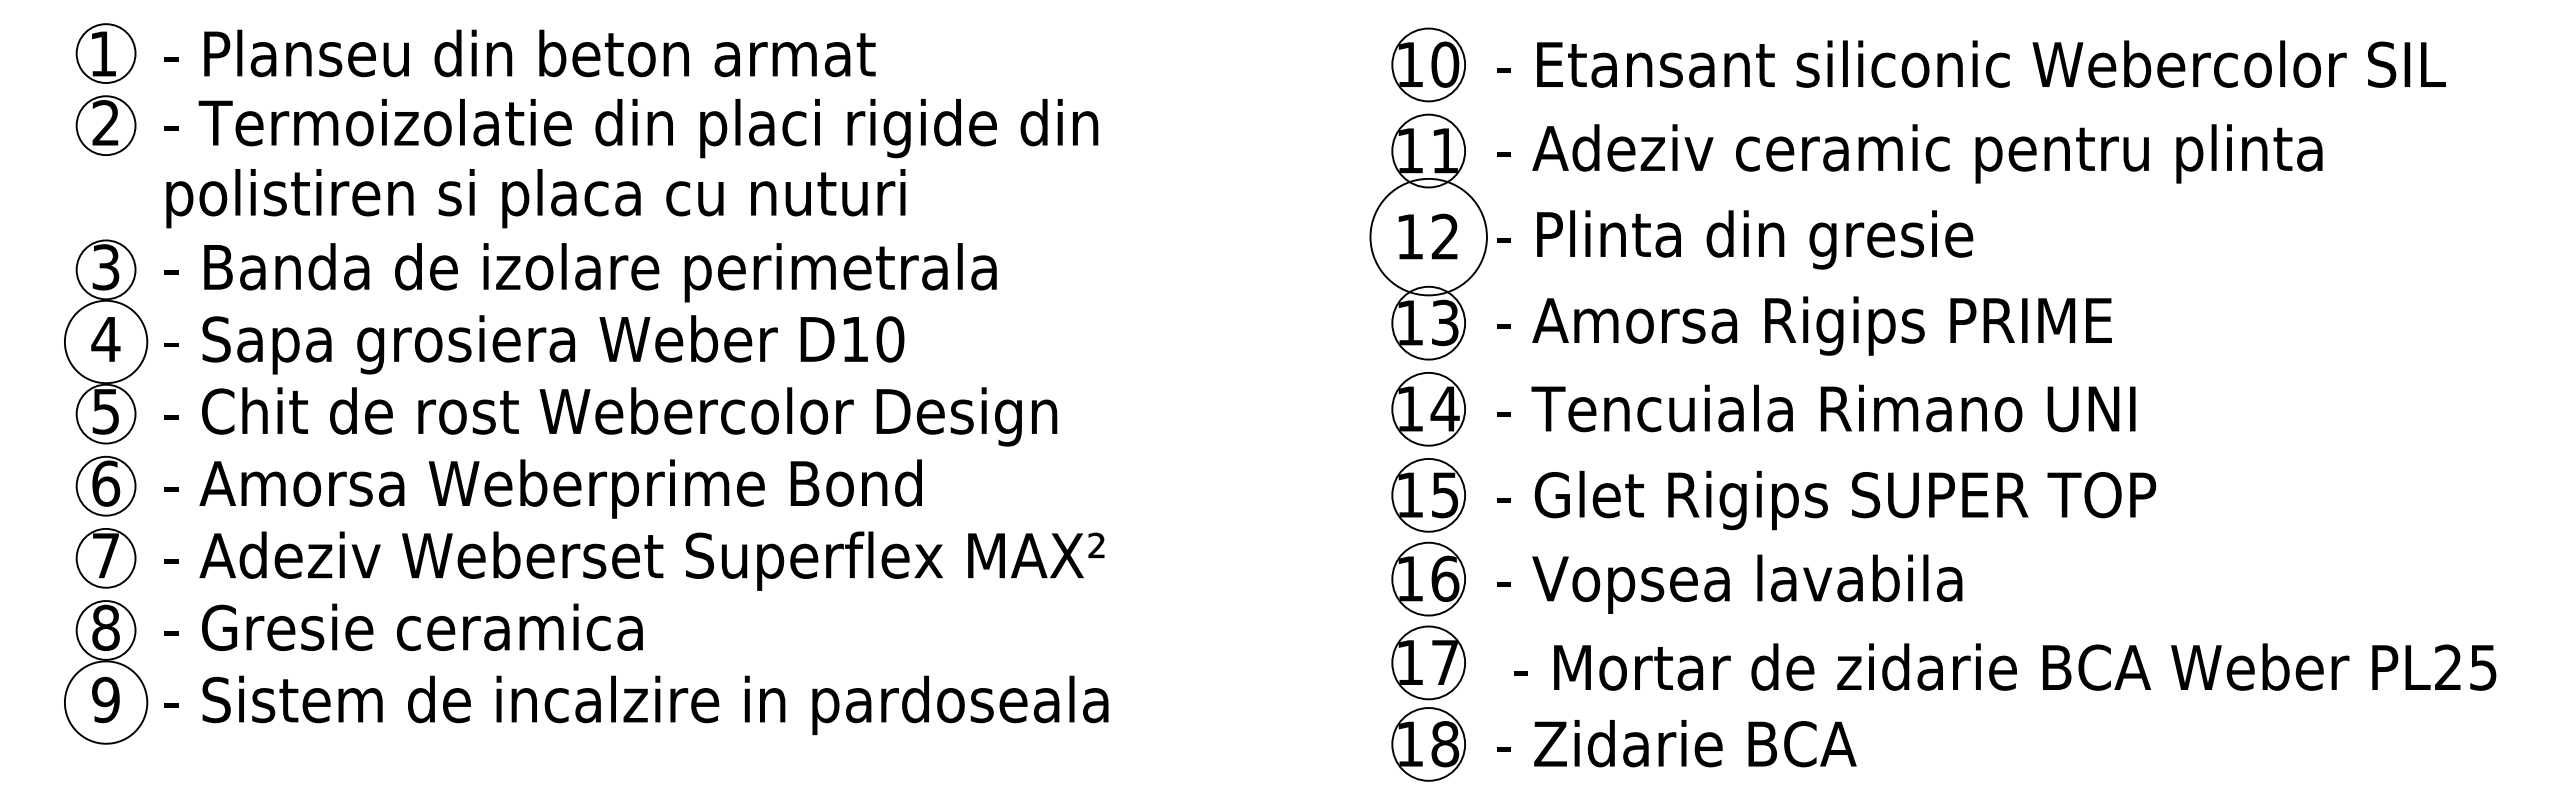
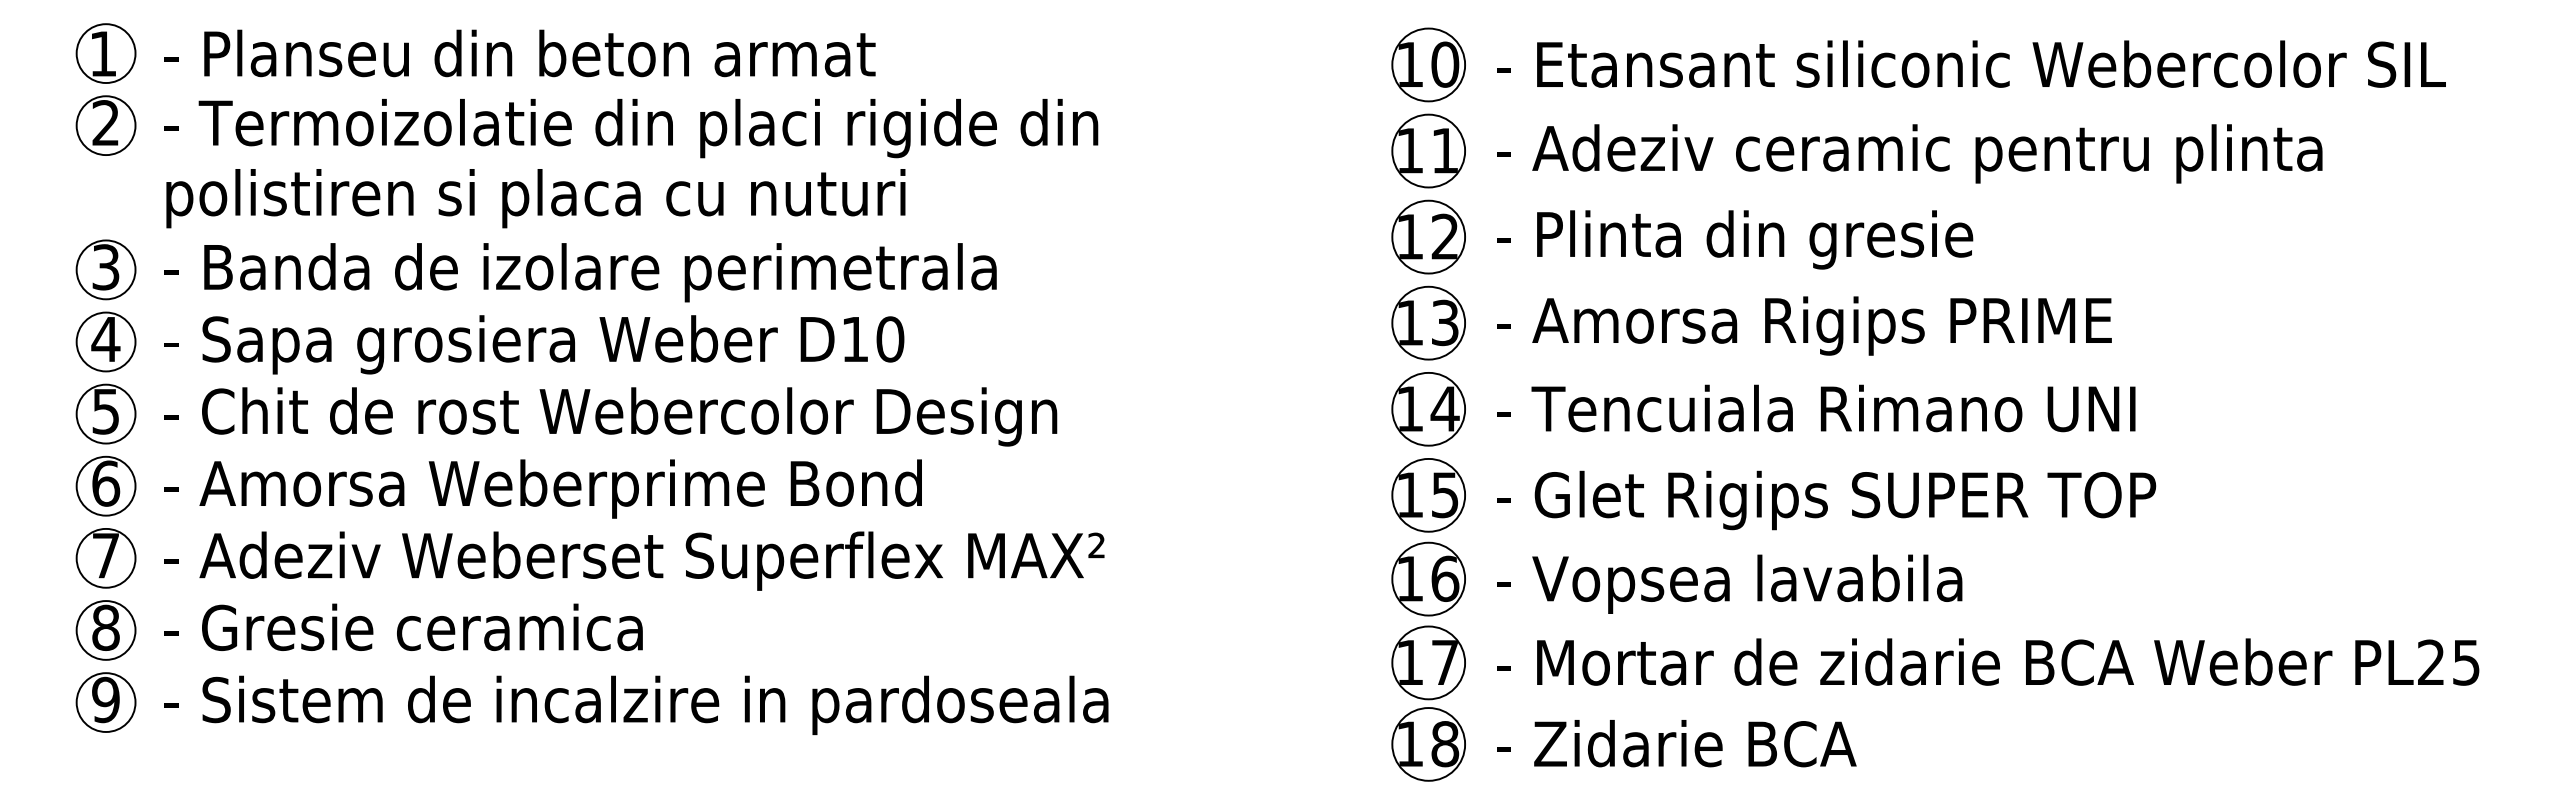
circle at (1428, 236) diameter: 116 px -> 73 px
circle at (105, 341) diameter: 82 px -> 59 px
text at (2005, 666) position: (2005, 666) -> (1988, 661)
circle at (105, 702) diameter: 82 px -> 59 px
